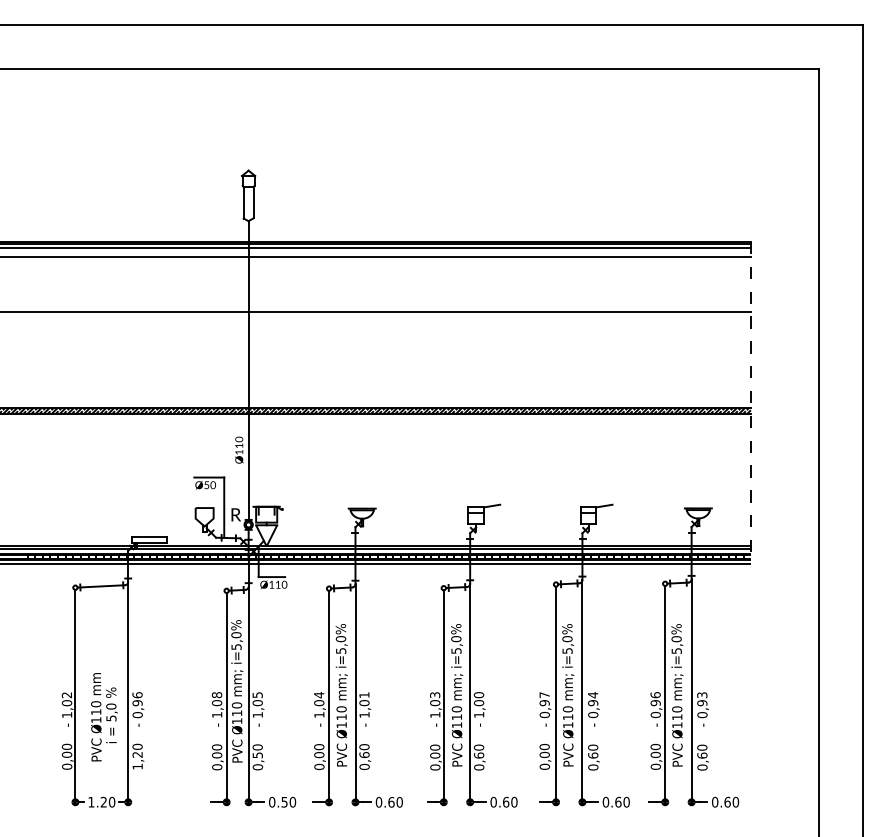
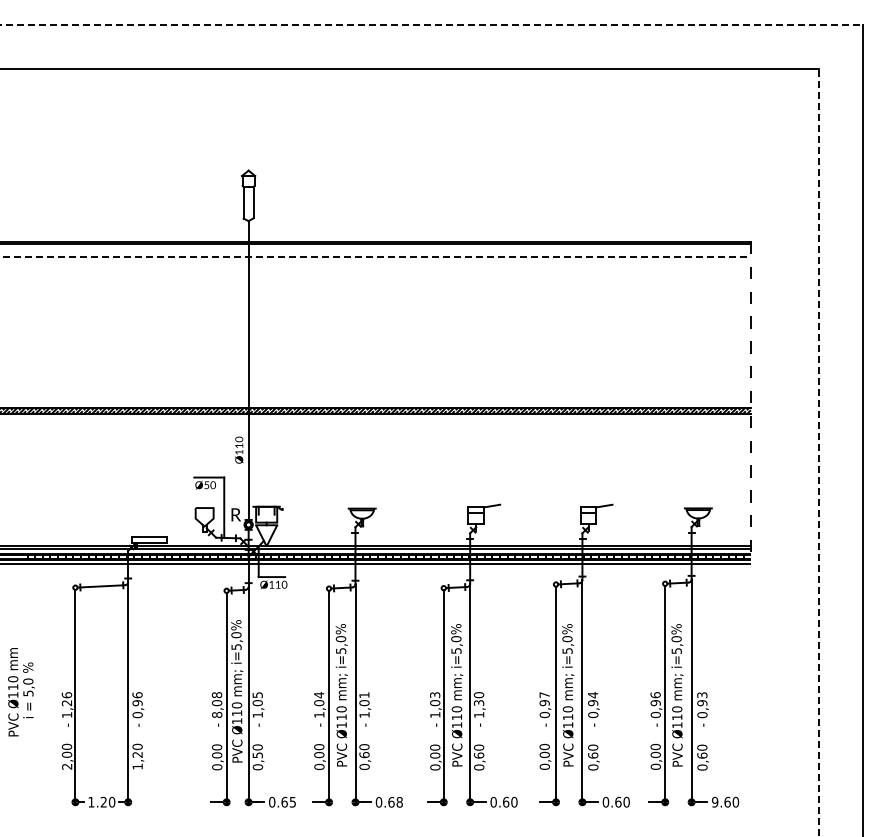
line at (432, 25): solid -> dashed
line at (376, 248): present -> none
line at (375, 256): solid -> dashed
line at (376, 312): present -> none
line at (819, 452): solid -> dashed
text at (66, 699): 1,02 -> 1,26
text at (479, 703): 1,00 -> 1,30
text at (217, 714): 1,08 -> 8,08
text at (104, 717) position: (104, 717) -> (21, 692)
text at (67, 766): 0,00 -> 2,00
text at (288, 801): 0.50 -> 0.65
text at (399, 802): 0.60 -> 0.68
text at (714, 802): 0.60 -> 9.60
